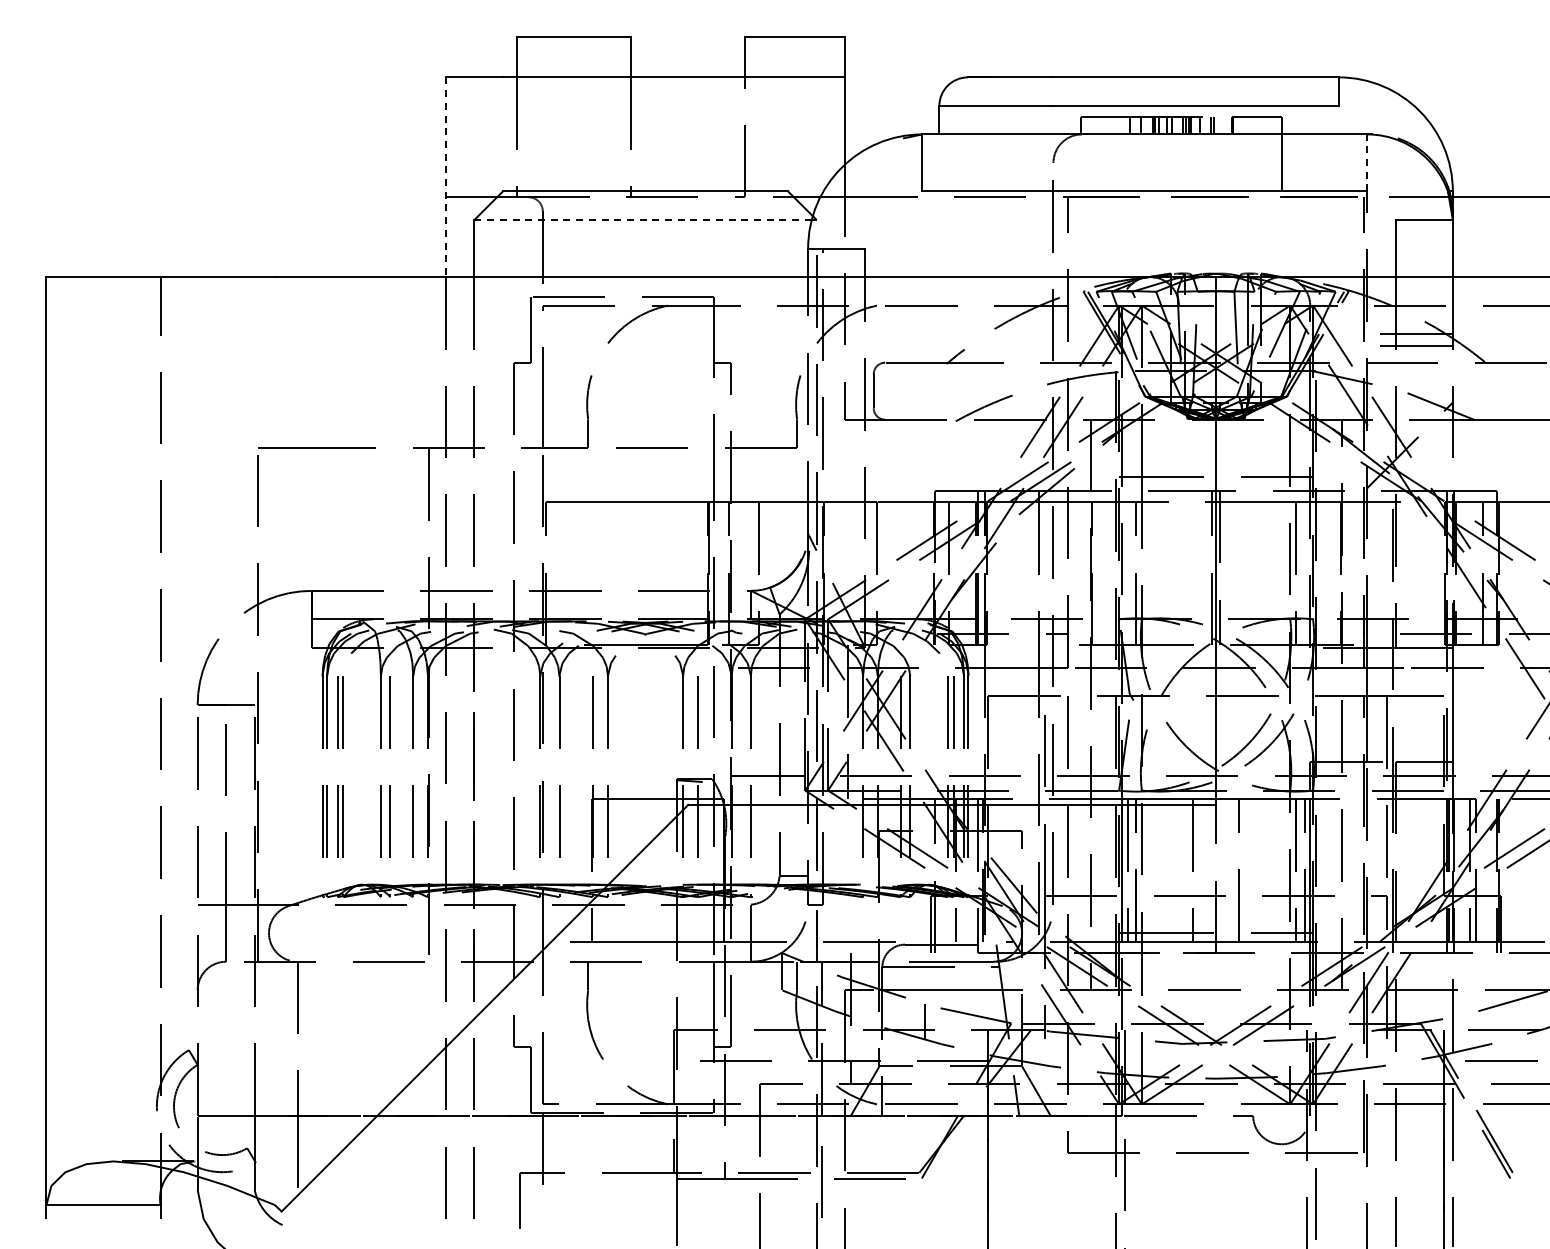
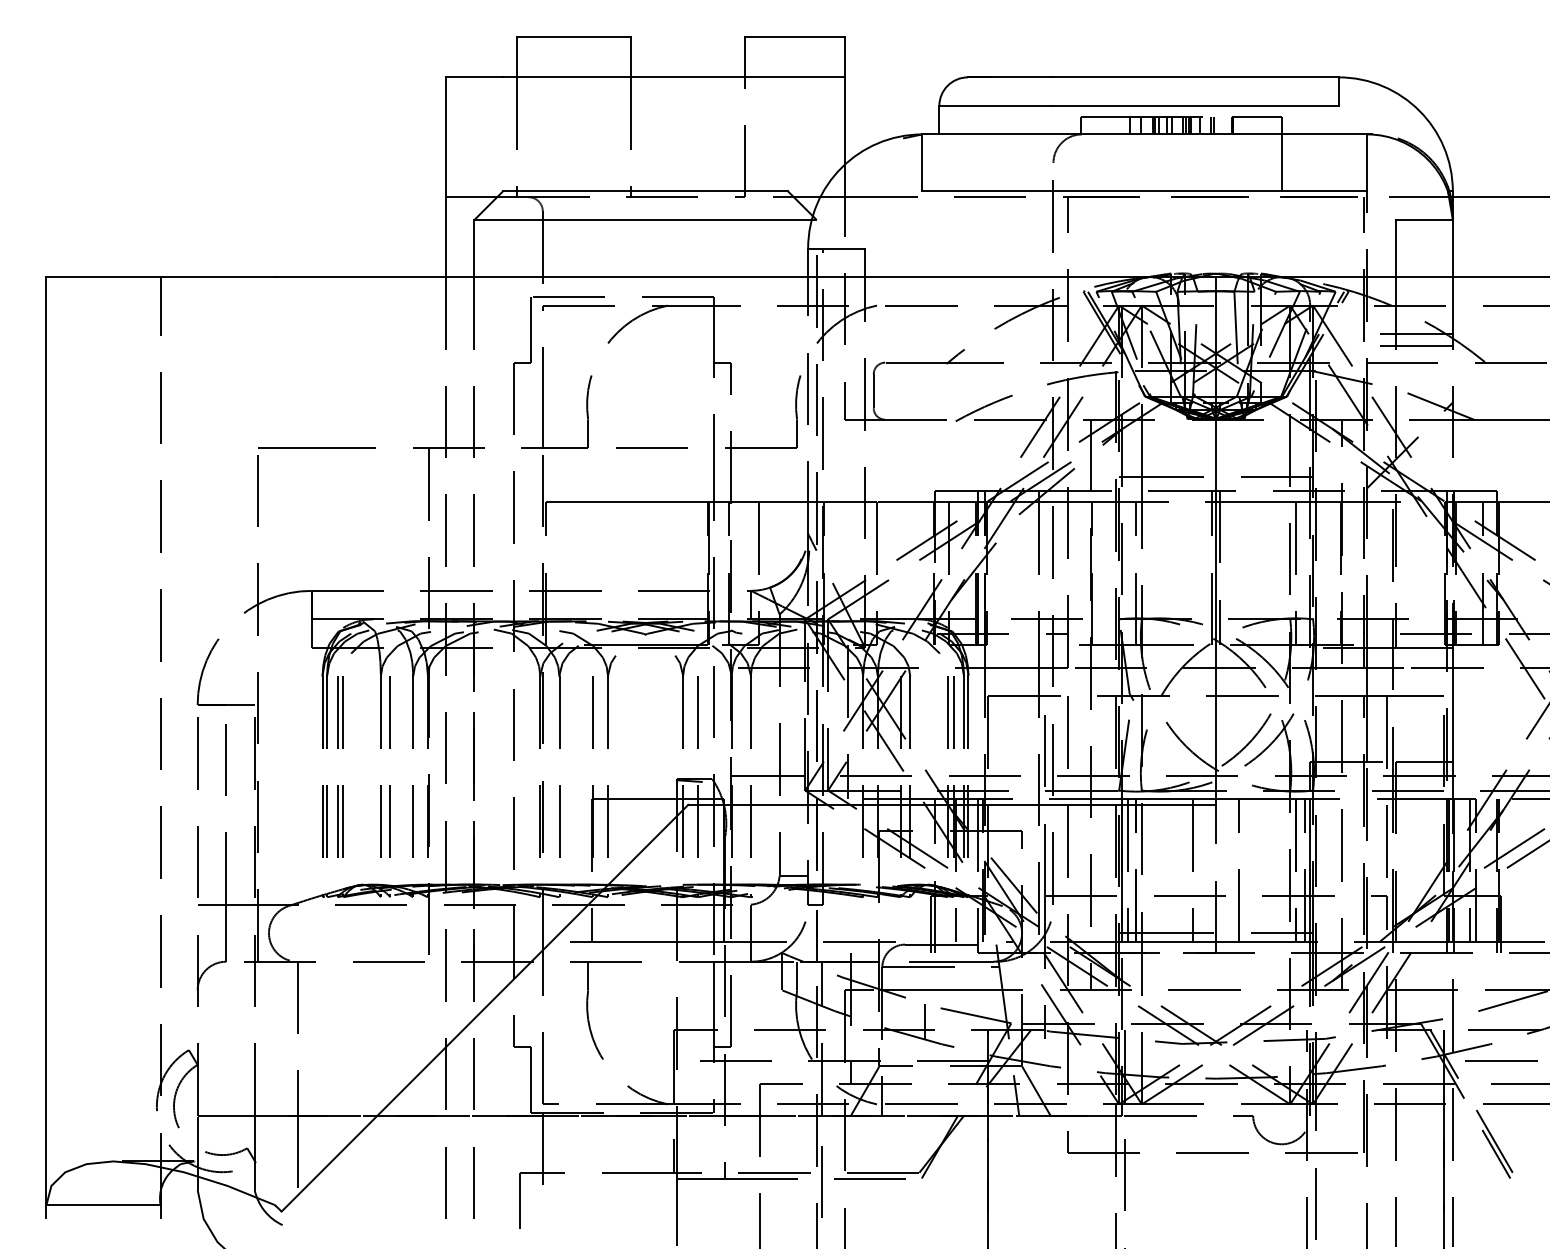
line at (1367, 162): dashed -> solid
line at (445, 177): dashed -> solid
line at (643, 220): dashed -> solid
